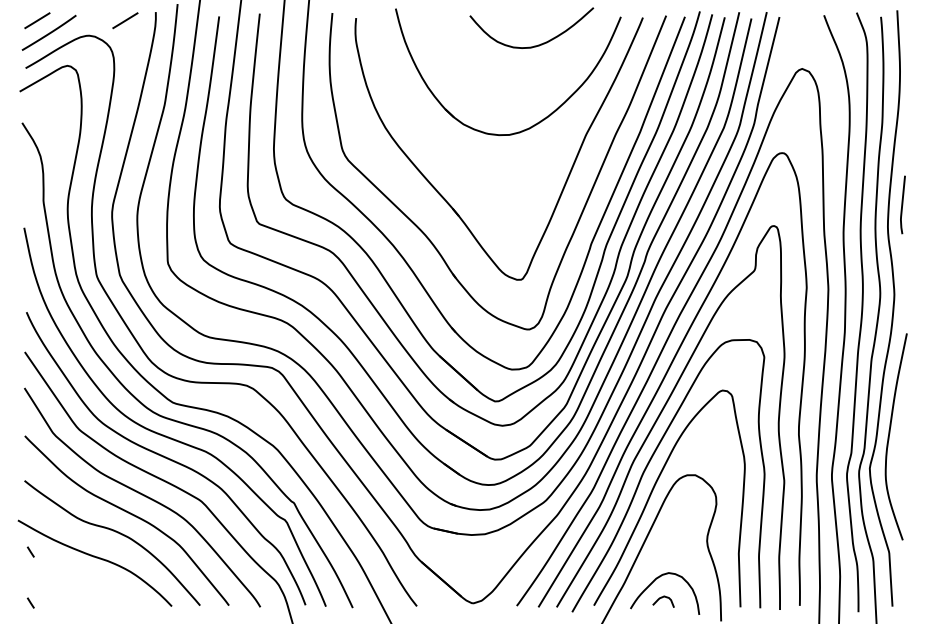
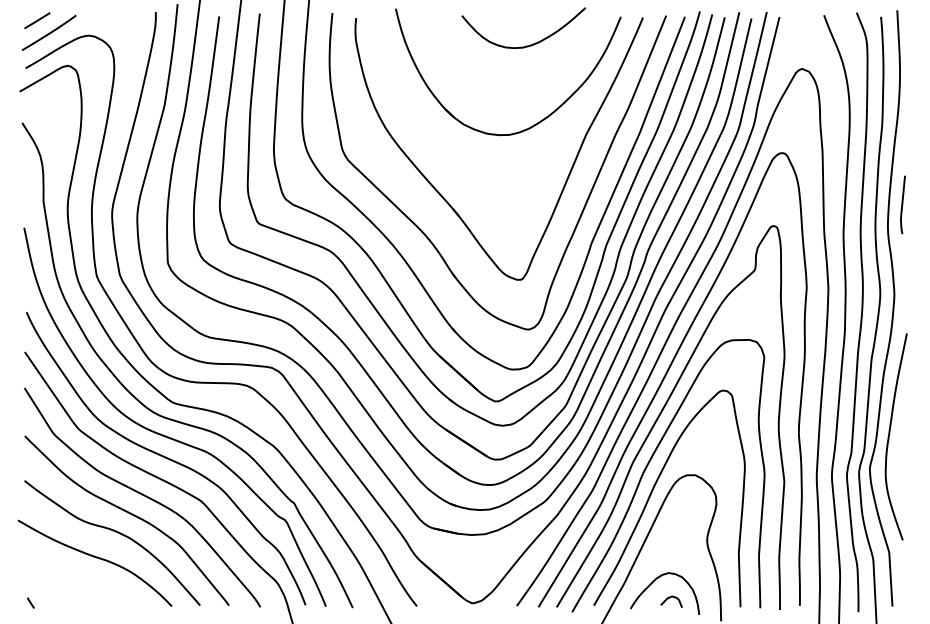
line at (125, 20): present -> none
curve at (534, 45) position: (534, 45) -> (526, 45)
line at (30, 551): present -> none
curve at (662, 598) position: (662, 598) -> (670, 598)
